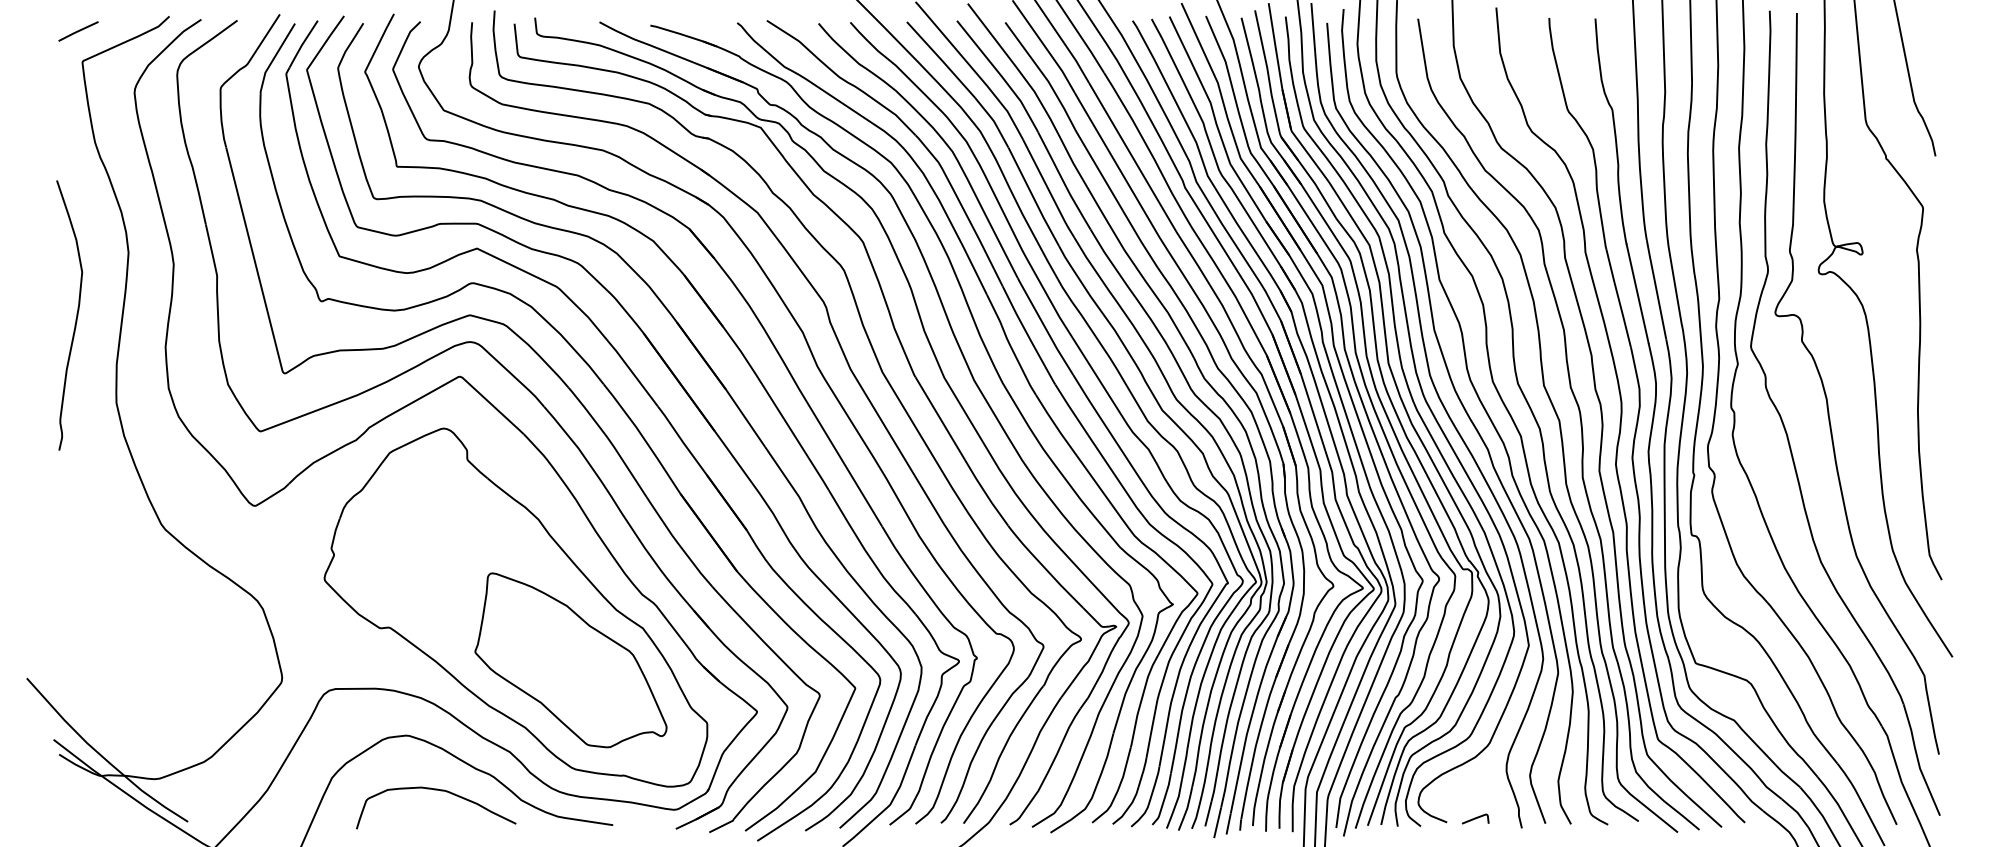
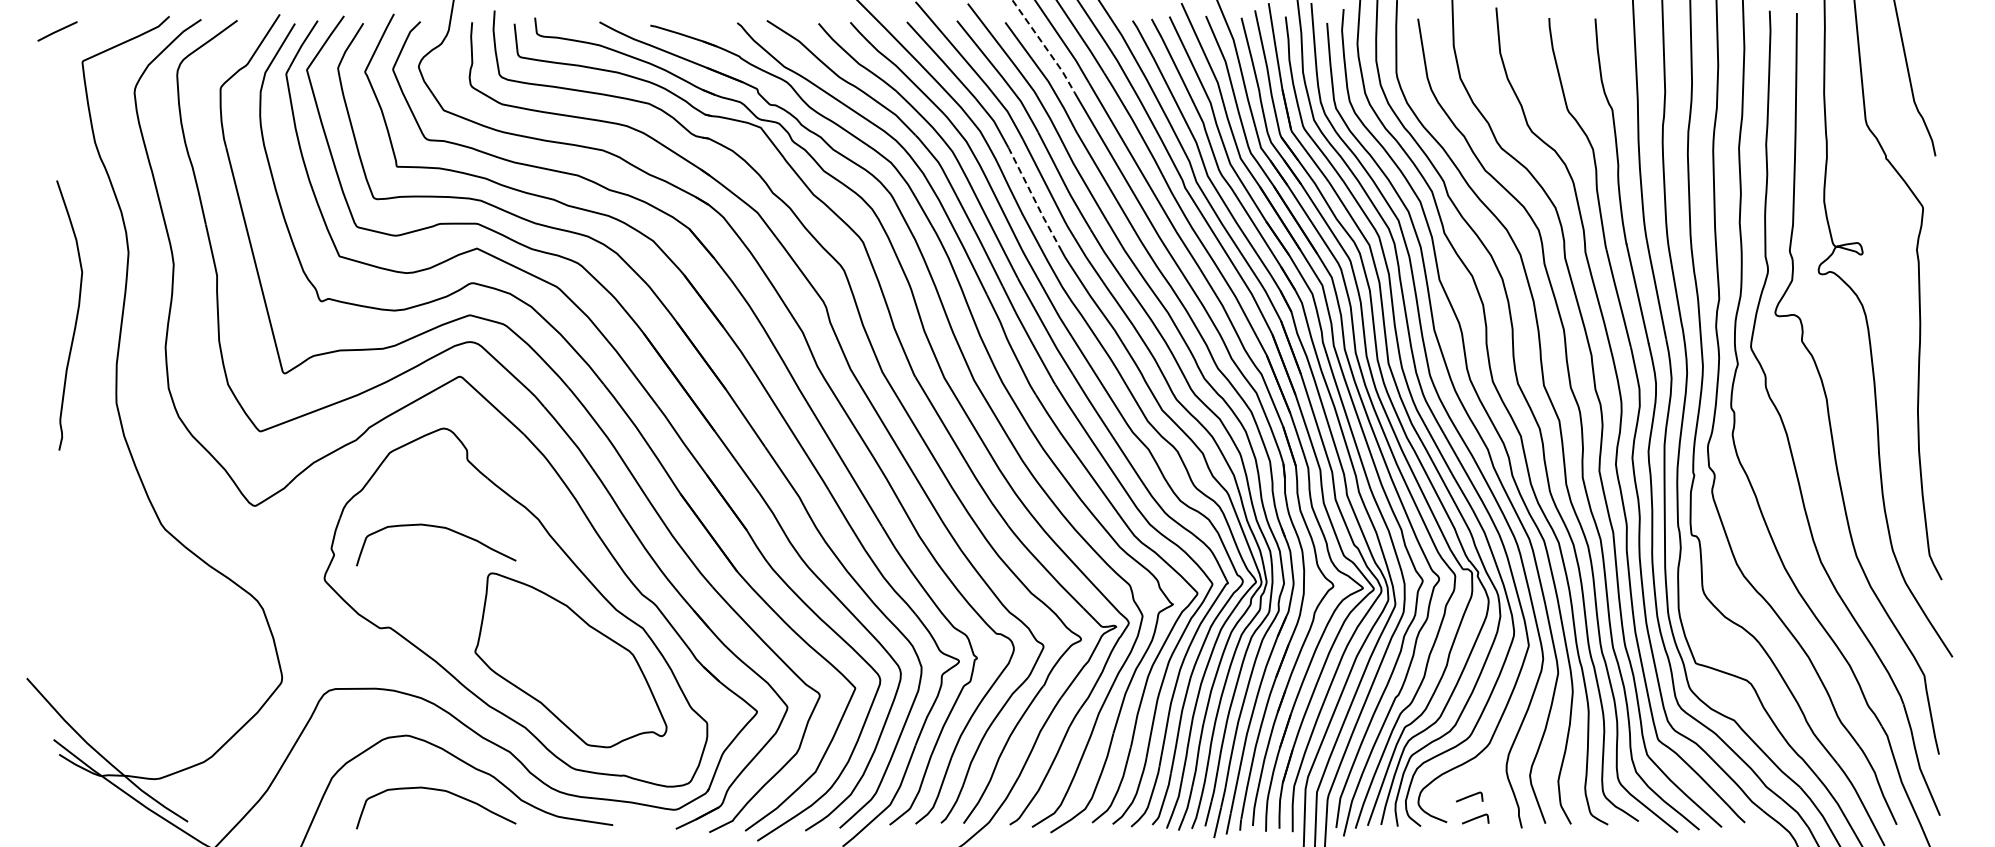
line at (78, 31) position: (78, 31) -> (57, 31)
line at (1045, 46): solid -> dashed
line at (1033, 197): solid -> dashed
curve at (440, 528): none -> present
curve at (1469, 796): none -> present
